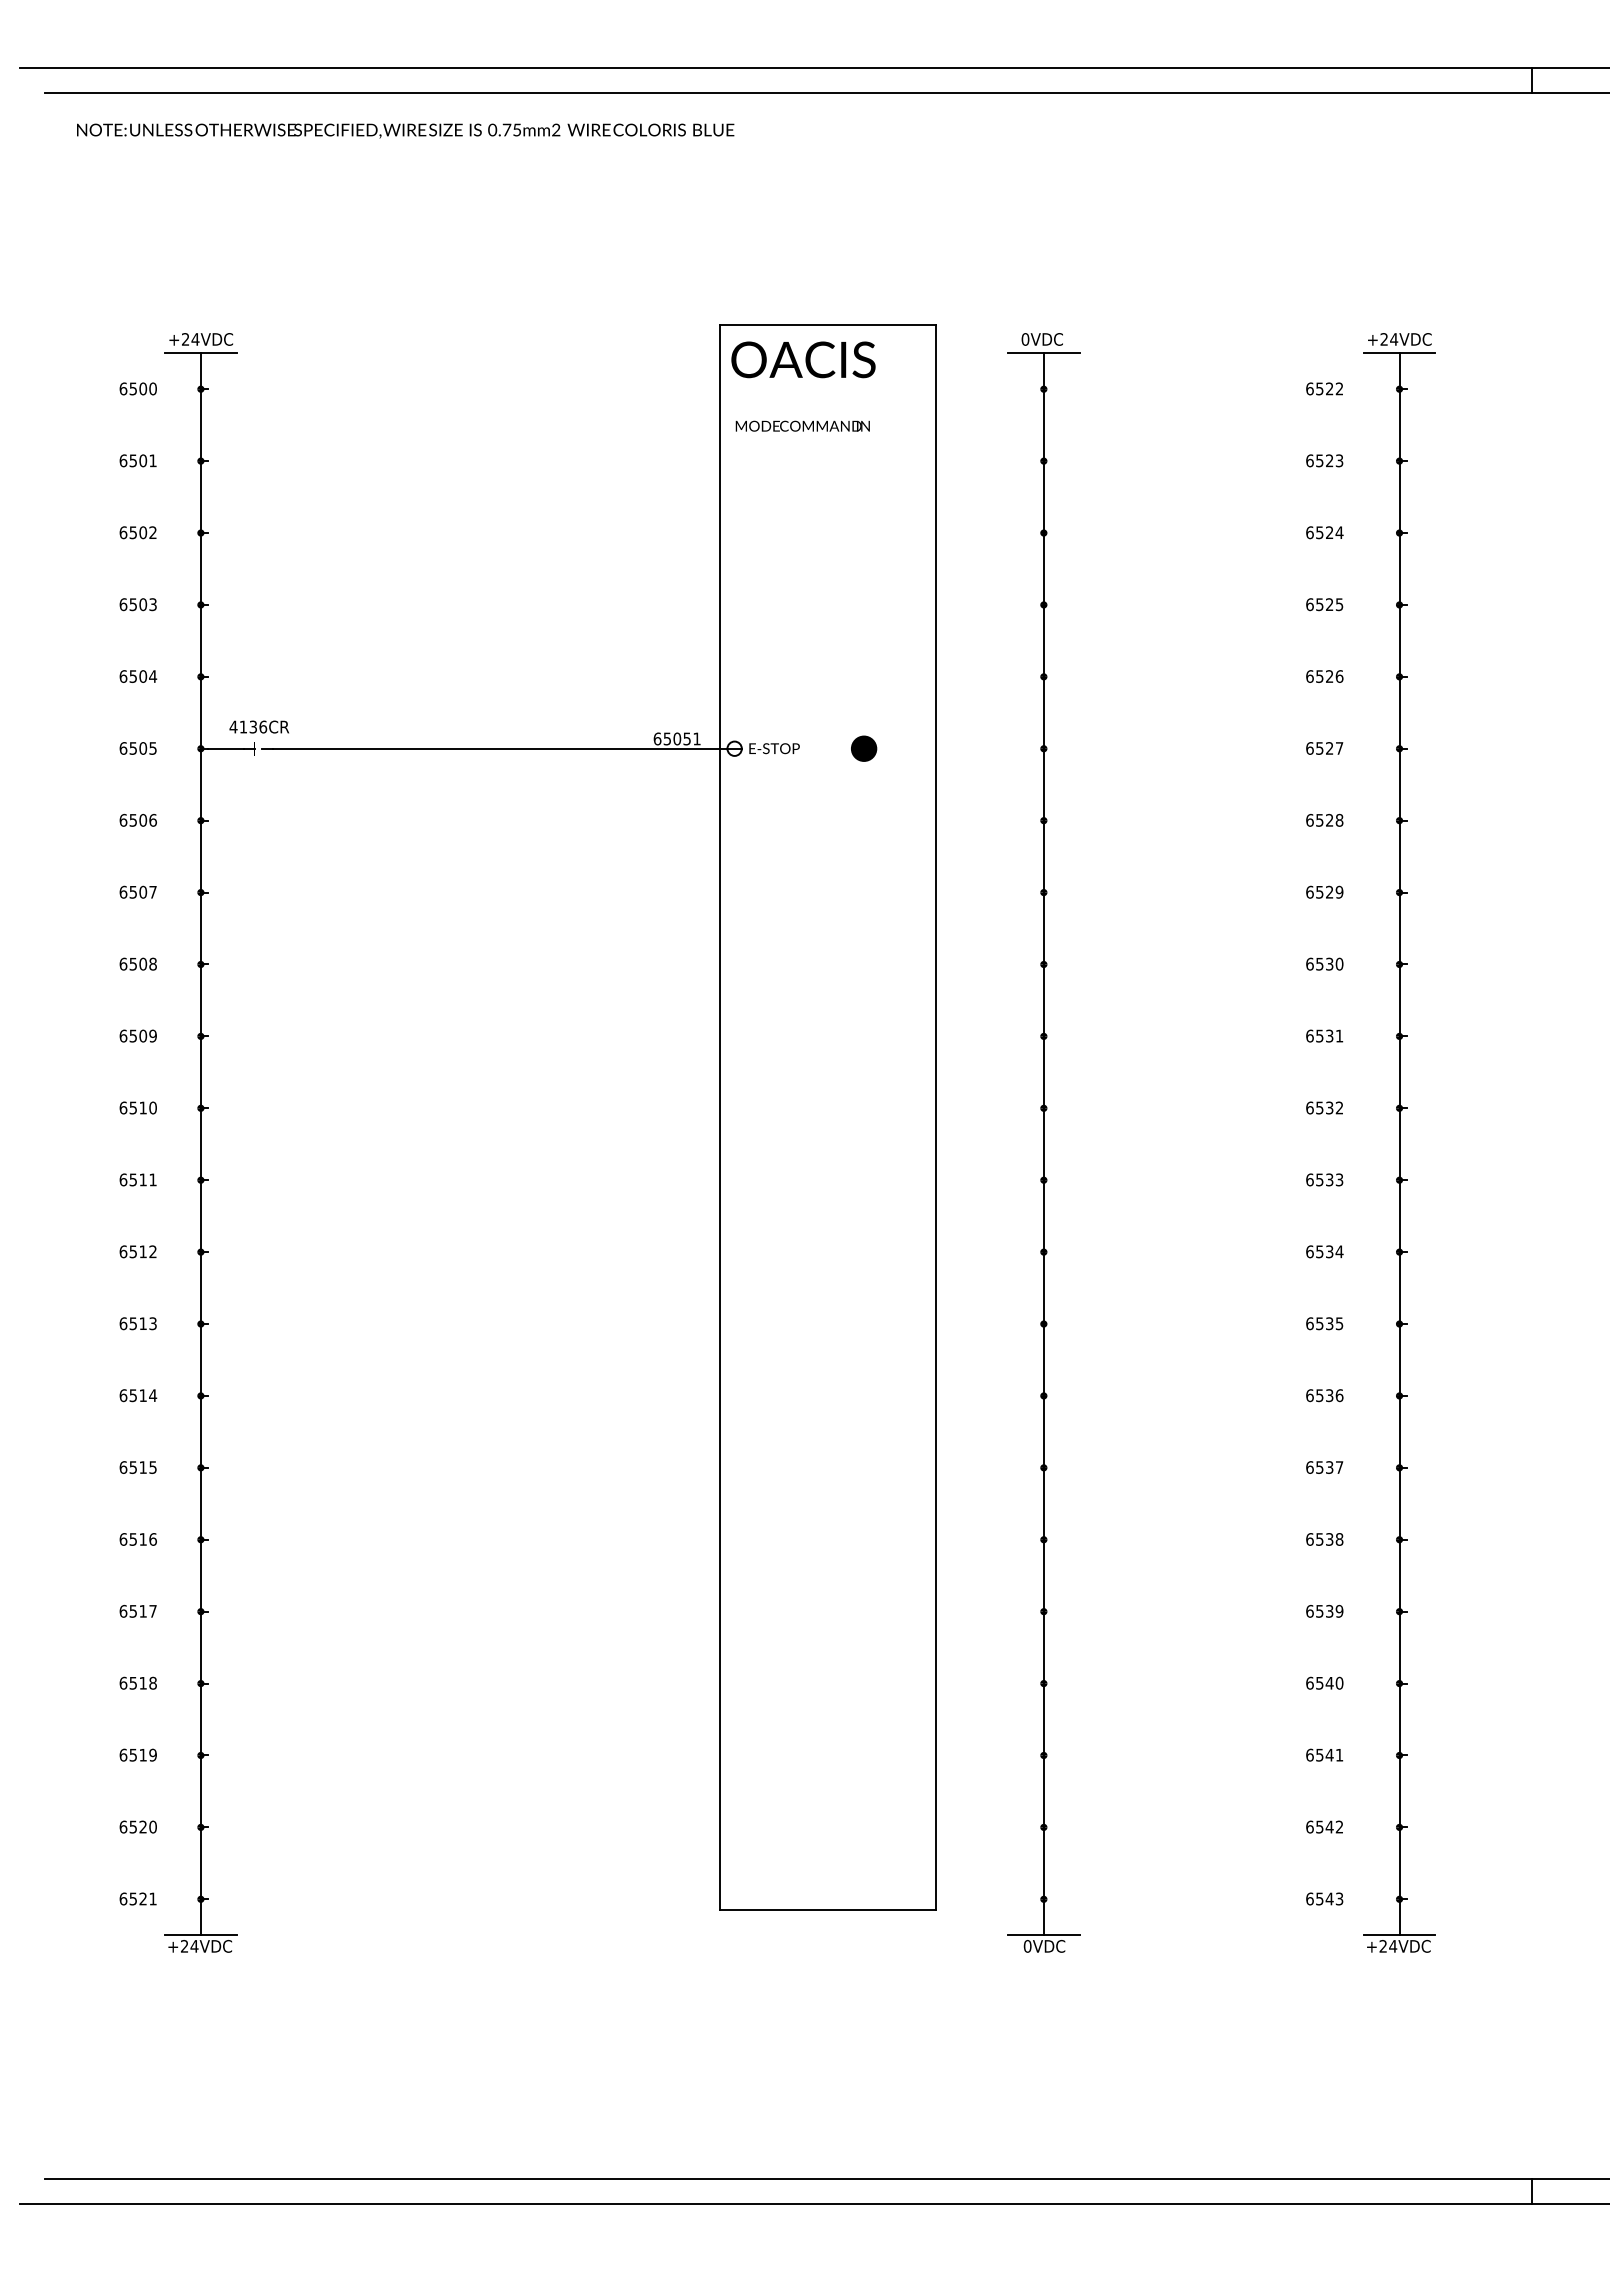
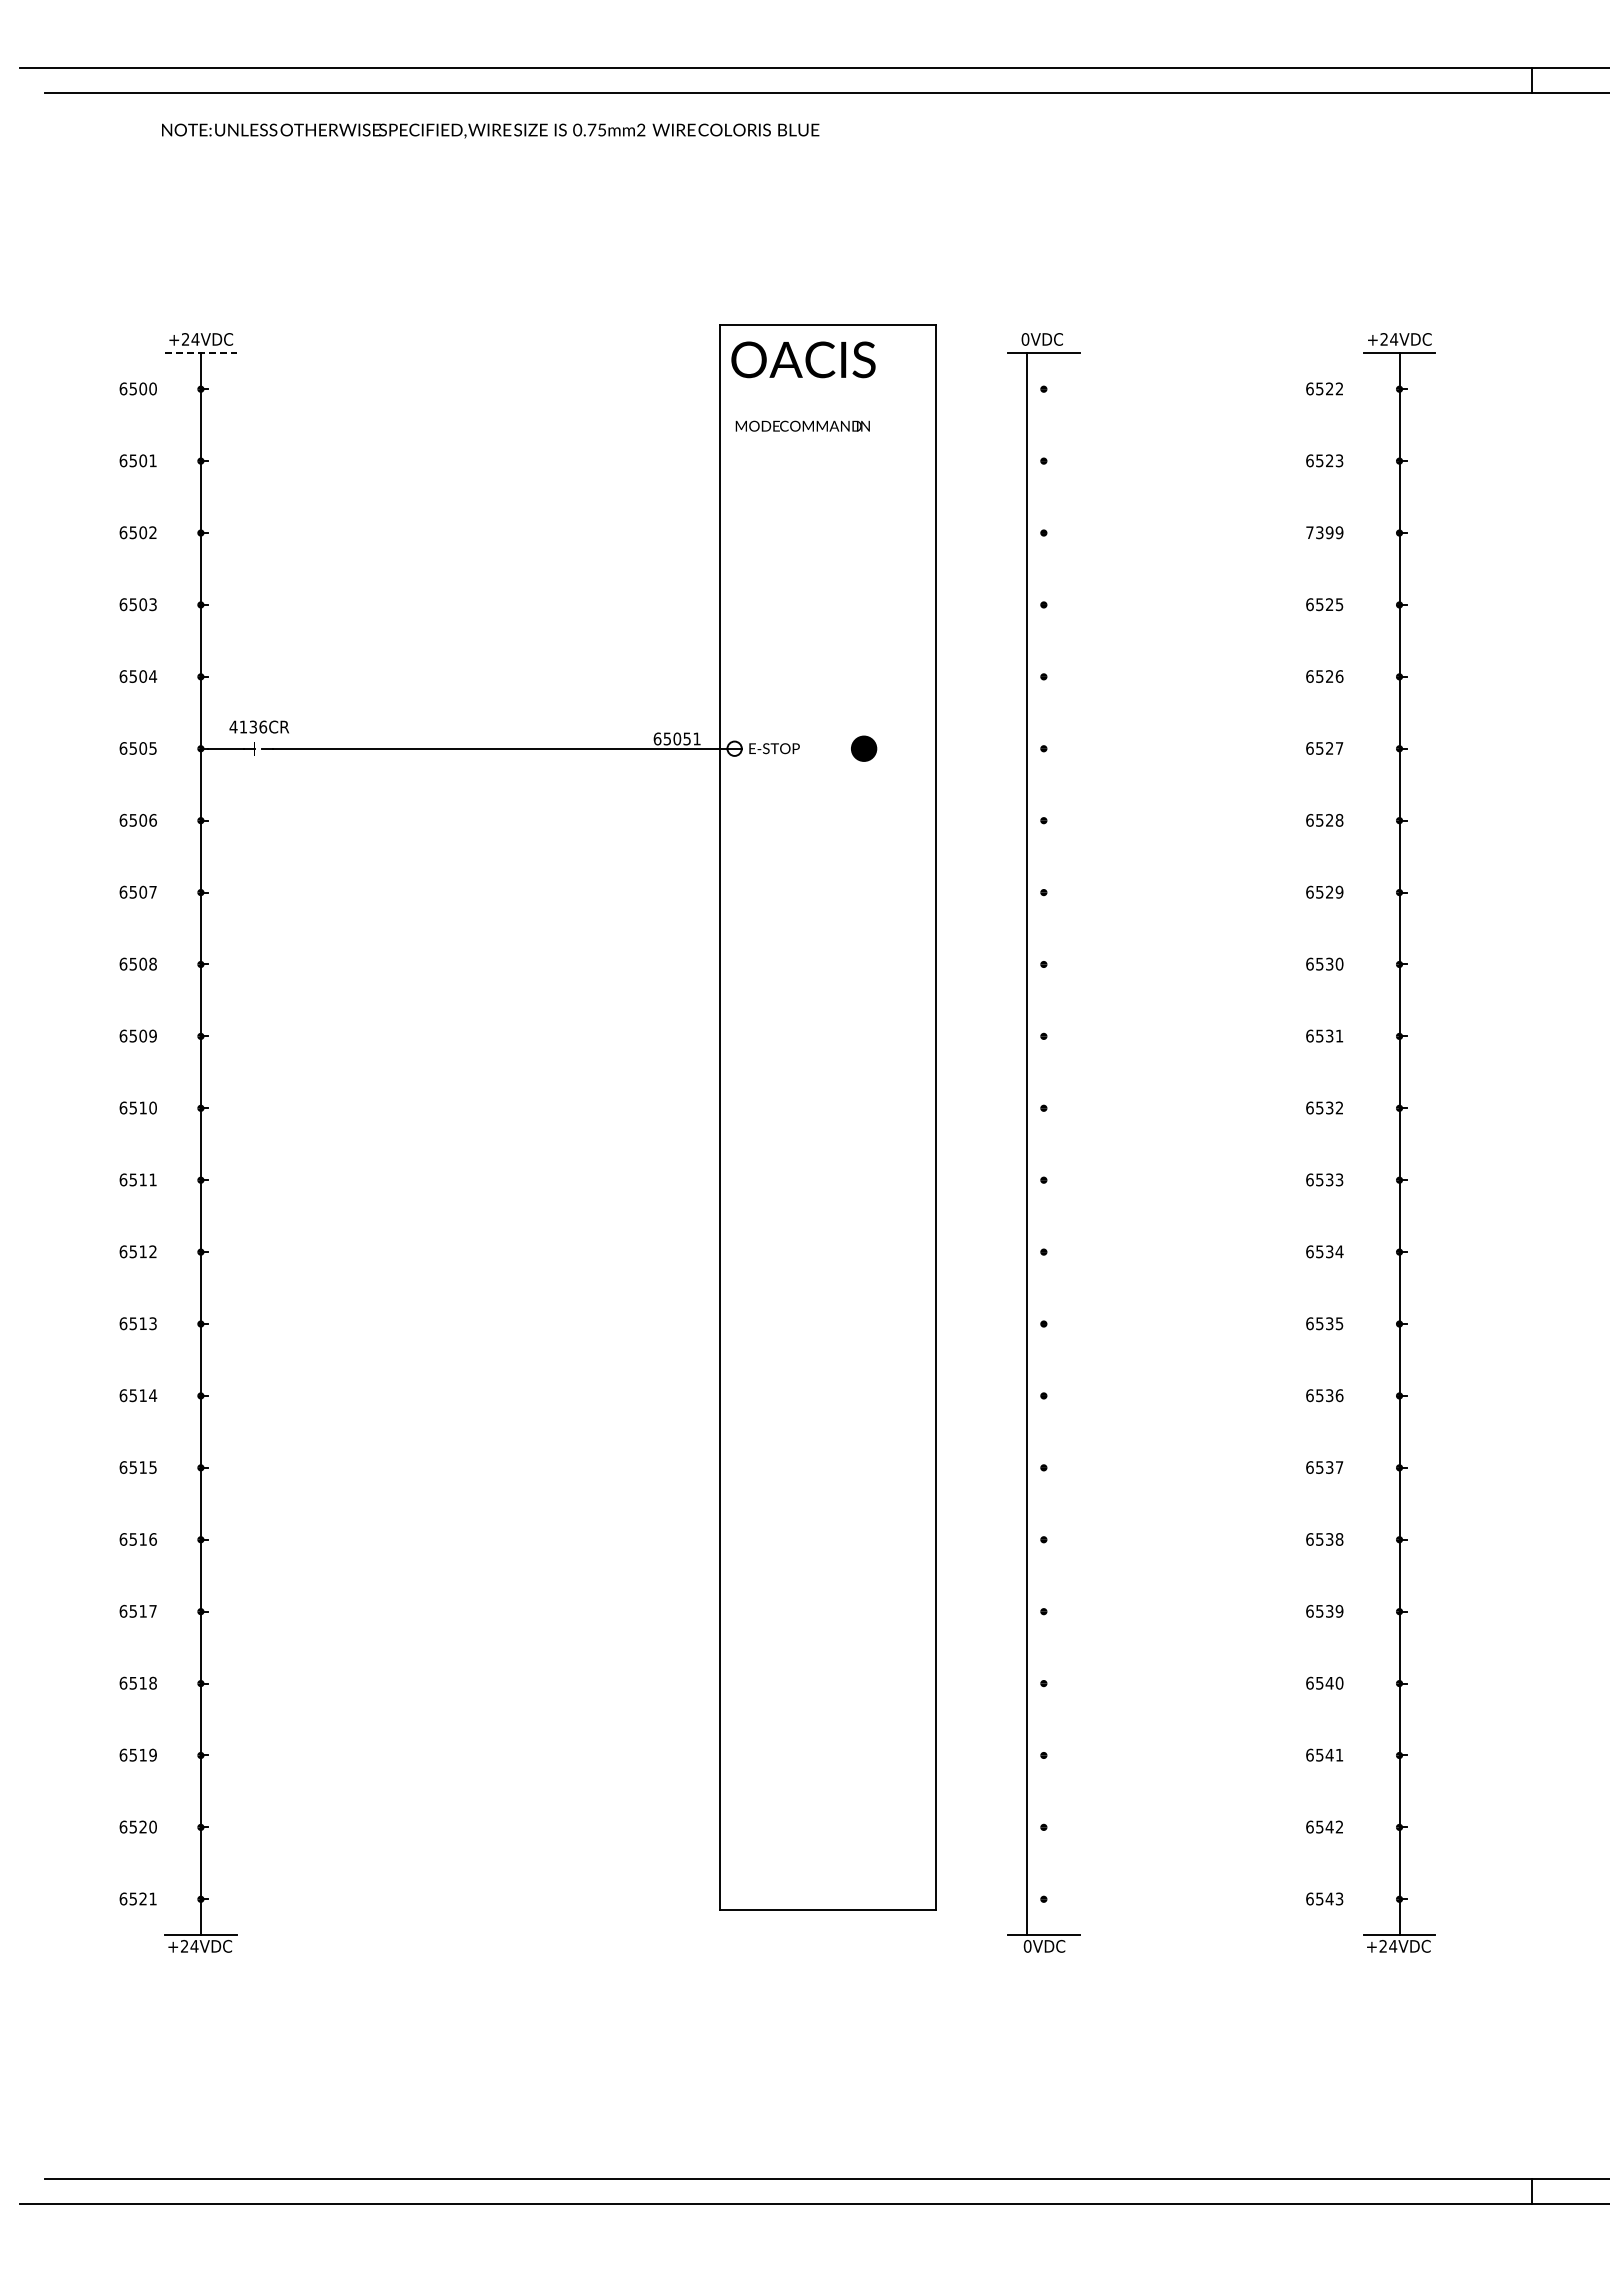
text at (405, 130) position: (405, 130) -> (490, 130)
line at (200, 353): solid -> dashed
text at (1324, 532): 6524 -> 7399
line at (1043, 1144) position: (1043, 1144) -> (1026, 1144)
